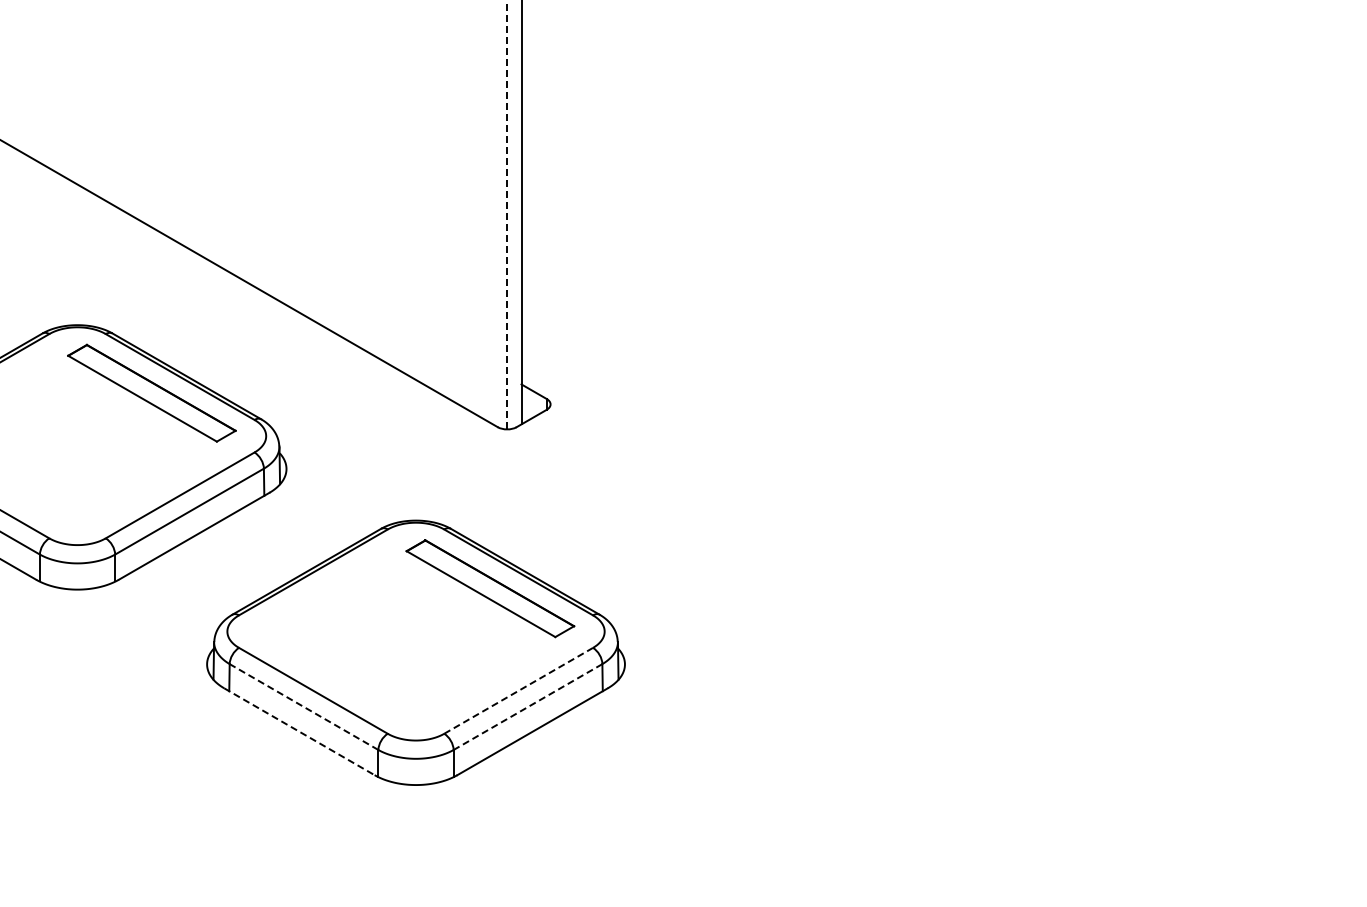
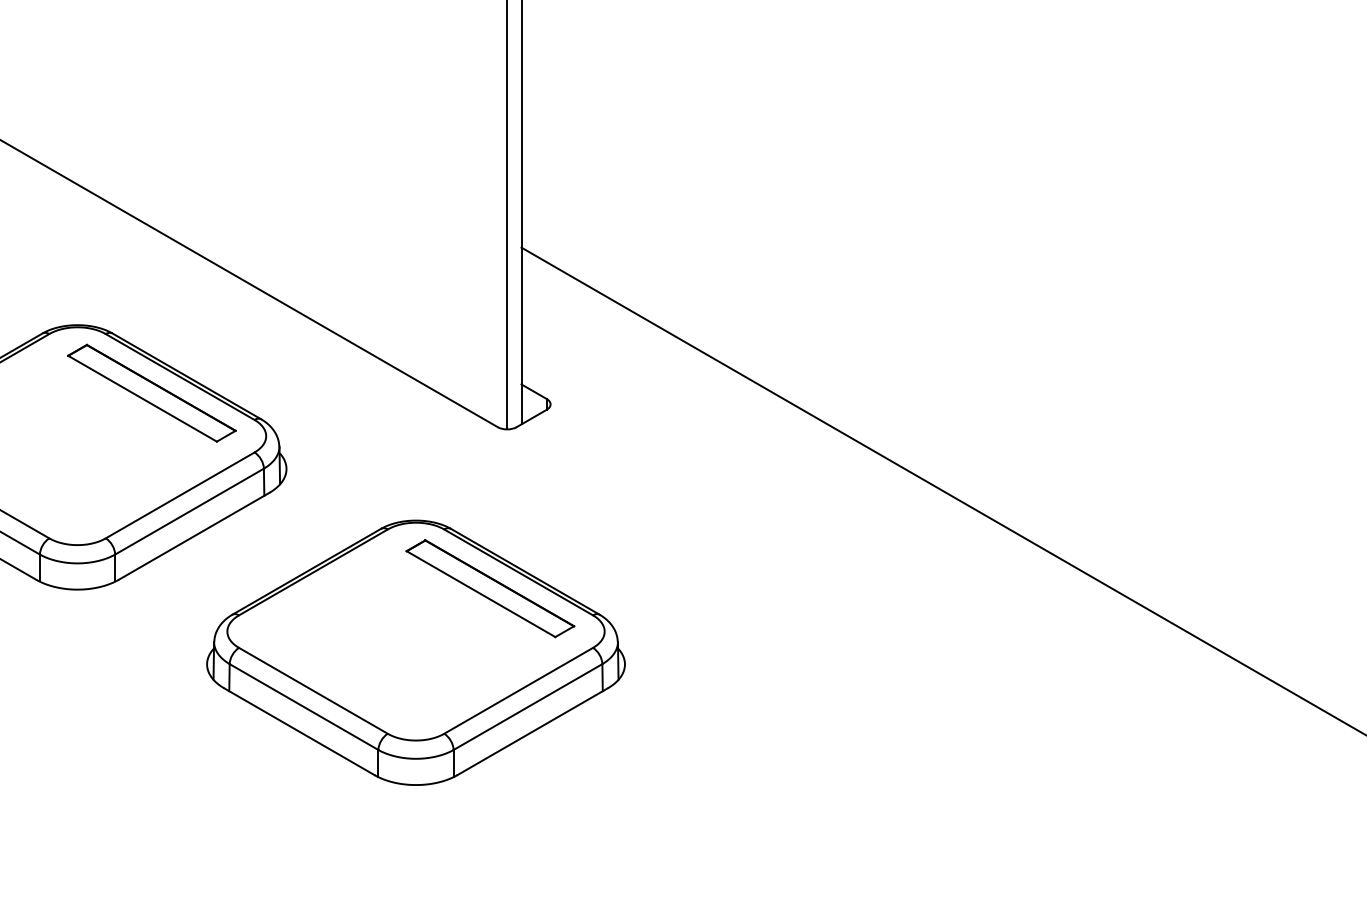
line at (507, 214): dashed -> solid
line at (942, 490): none -> present
line at (518, 690): dashed -> solid
line at (304, 707): dashed -> solid
line at (528, 707): dashed -> solid
line at (299, 731): dashed -> solid
